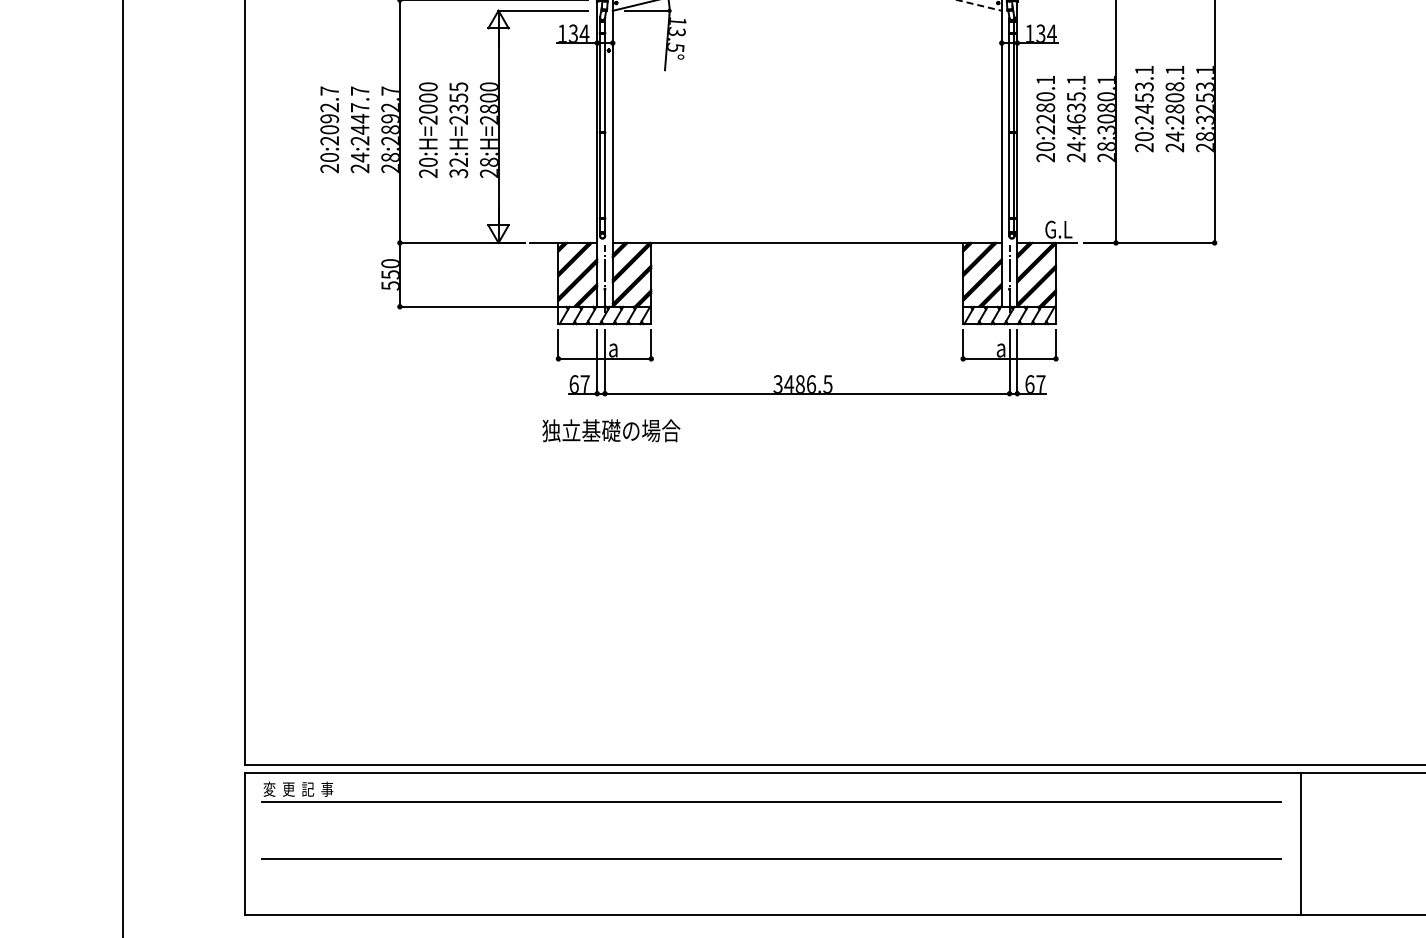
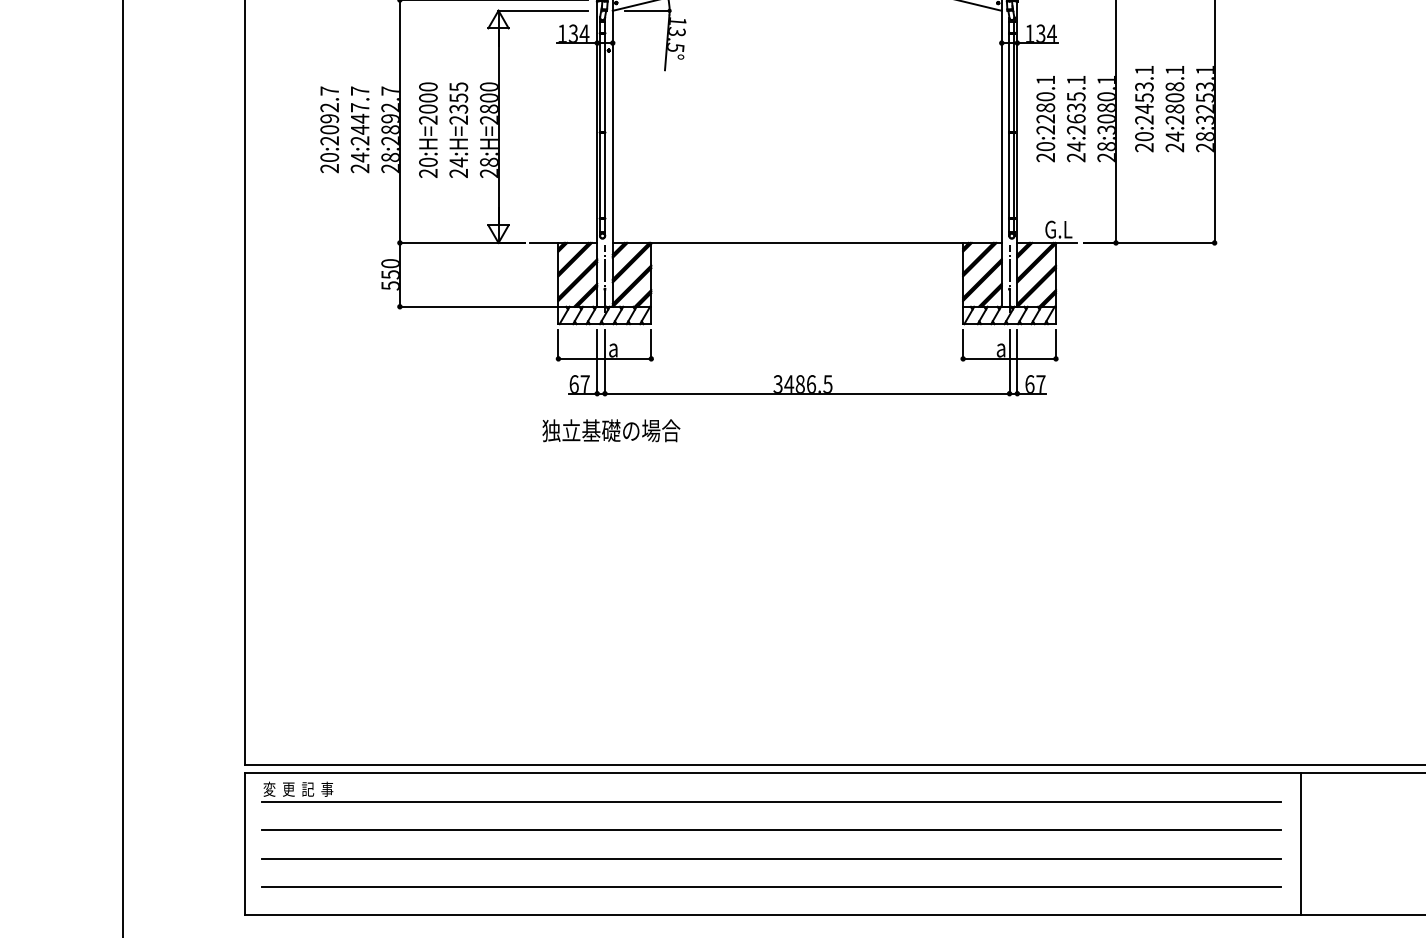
line at (979, 5): dashed -> solid
text at (1075, 130): 24:4635.1 -> 24:2635.1
text at (458, 167): 32:H=2355 -> 24:H=2355
line at (771, 830): none -> present
line at (771, 886): none -> present
